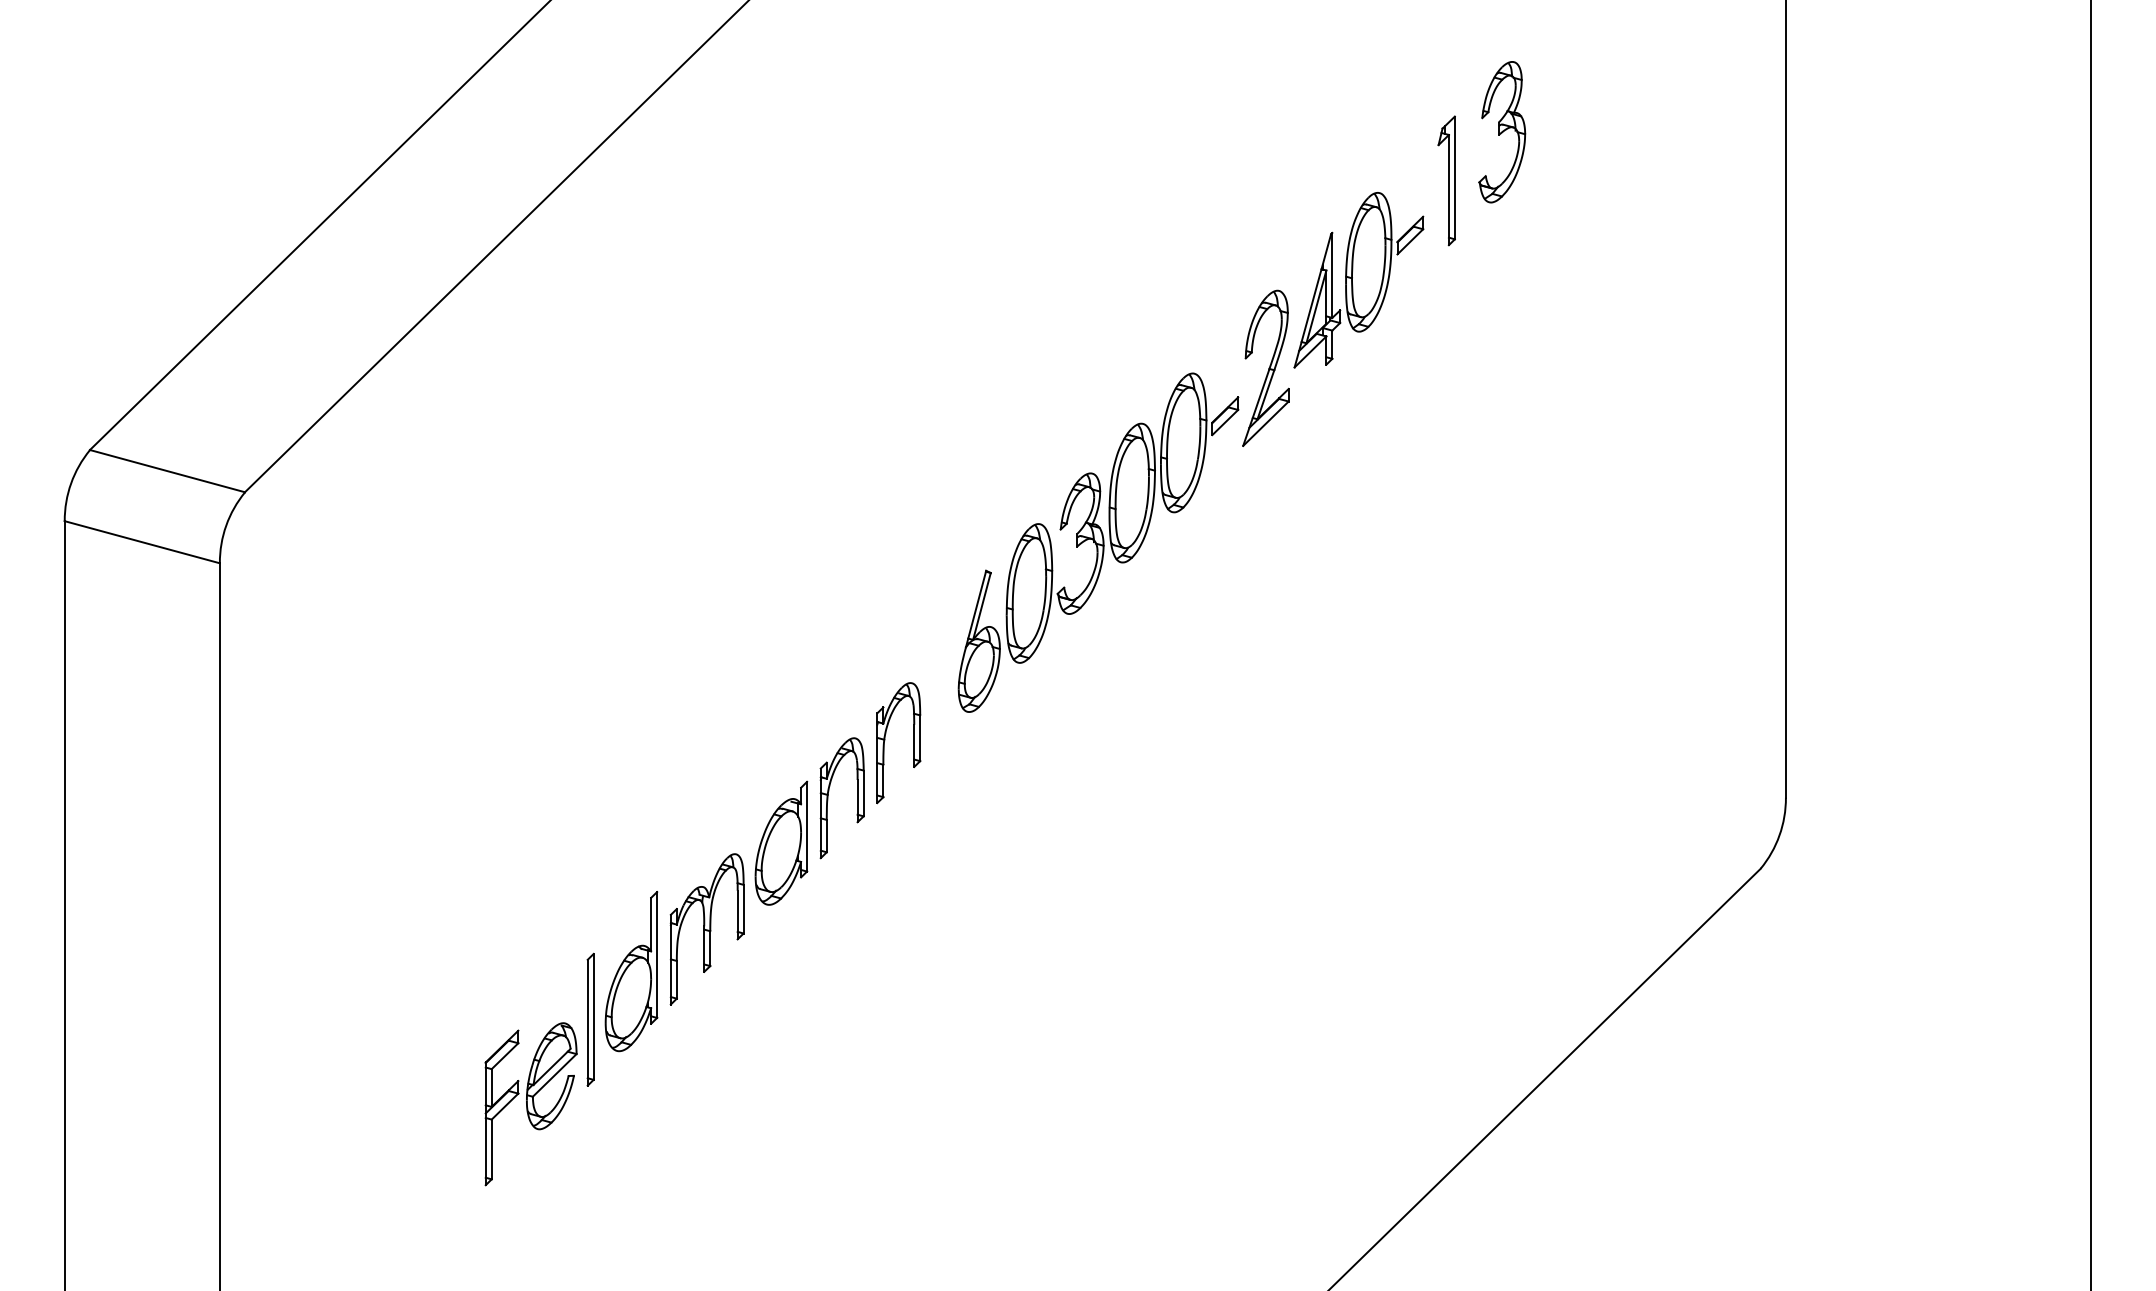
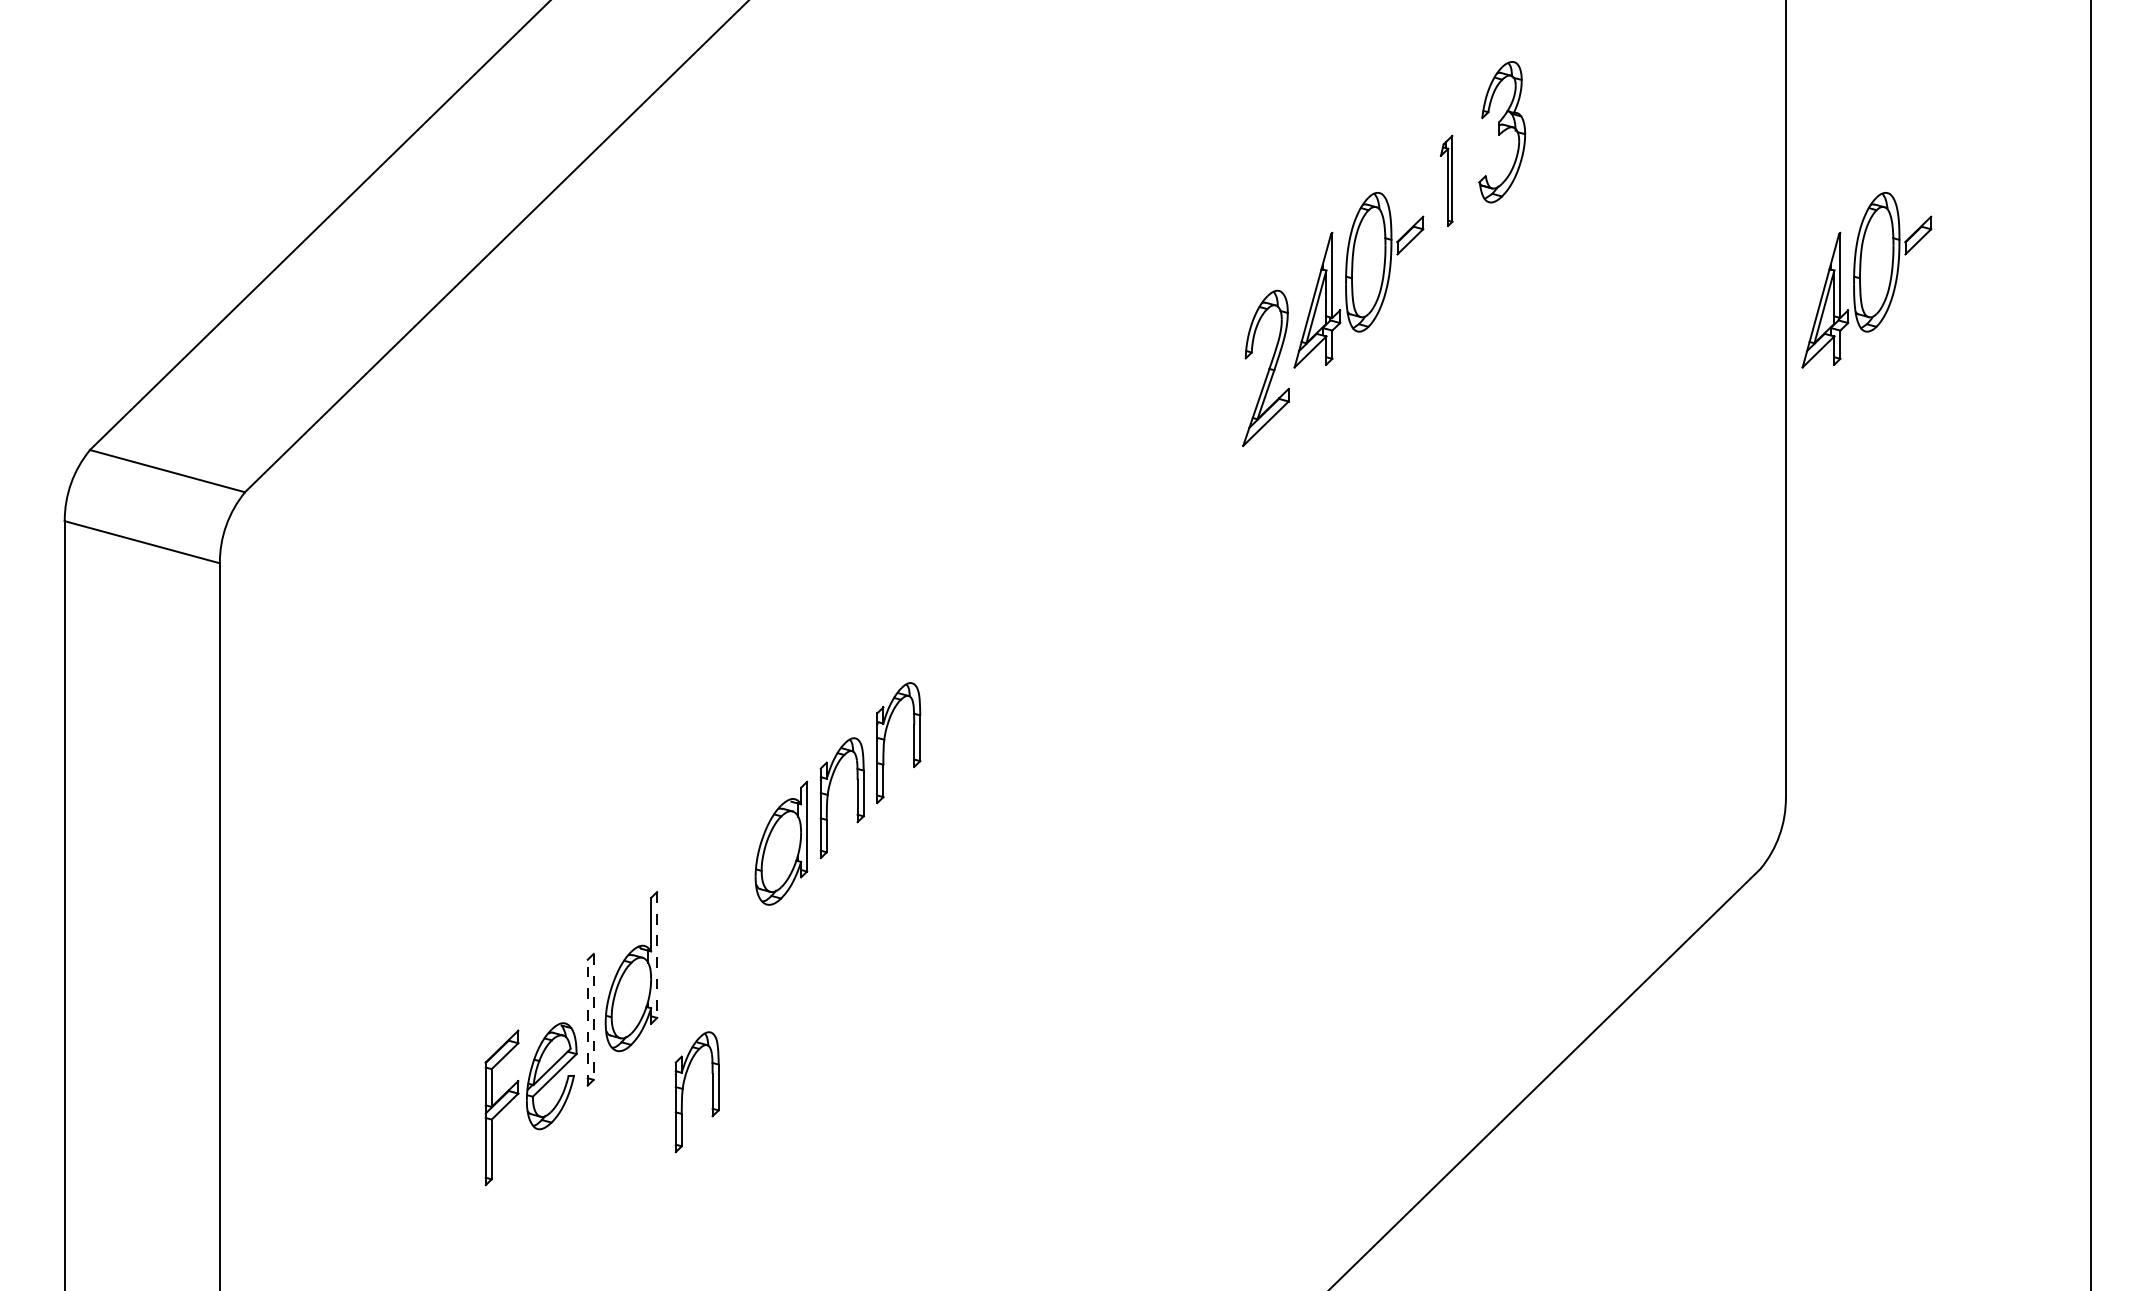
part at (1446, 180) size: 19x132 px -> 14x93 px
part at (1866, 280): none -> present
part at (1098, 542): present -> none
part at (706, 929): present -> none
line at (657, 954): solid -> dashed
line at (593, 1016): solid -> dashed
line at (587, 1022): solid -> dashed
part at (683, 1092): none -> present
